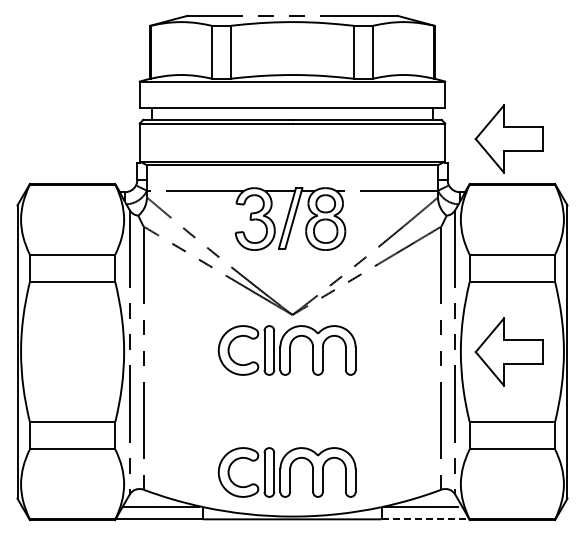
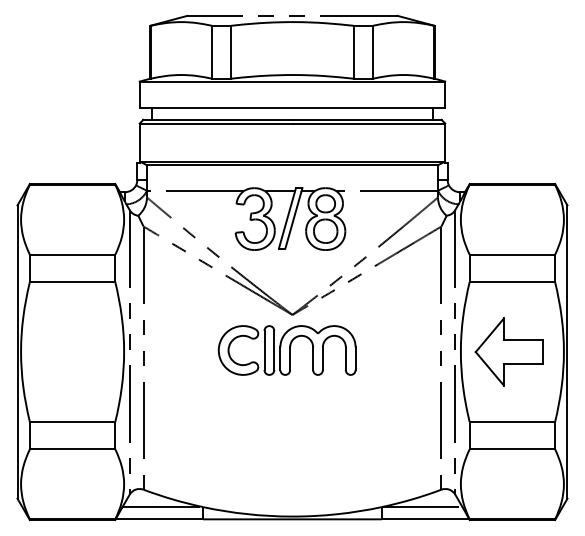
part at (508, 138): present -> none
part at (286, 472): present -> none
line at (425, 519): dashed -> solid
